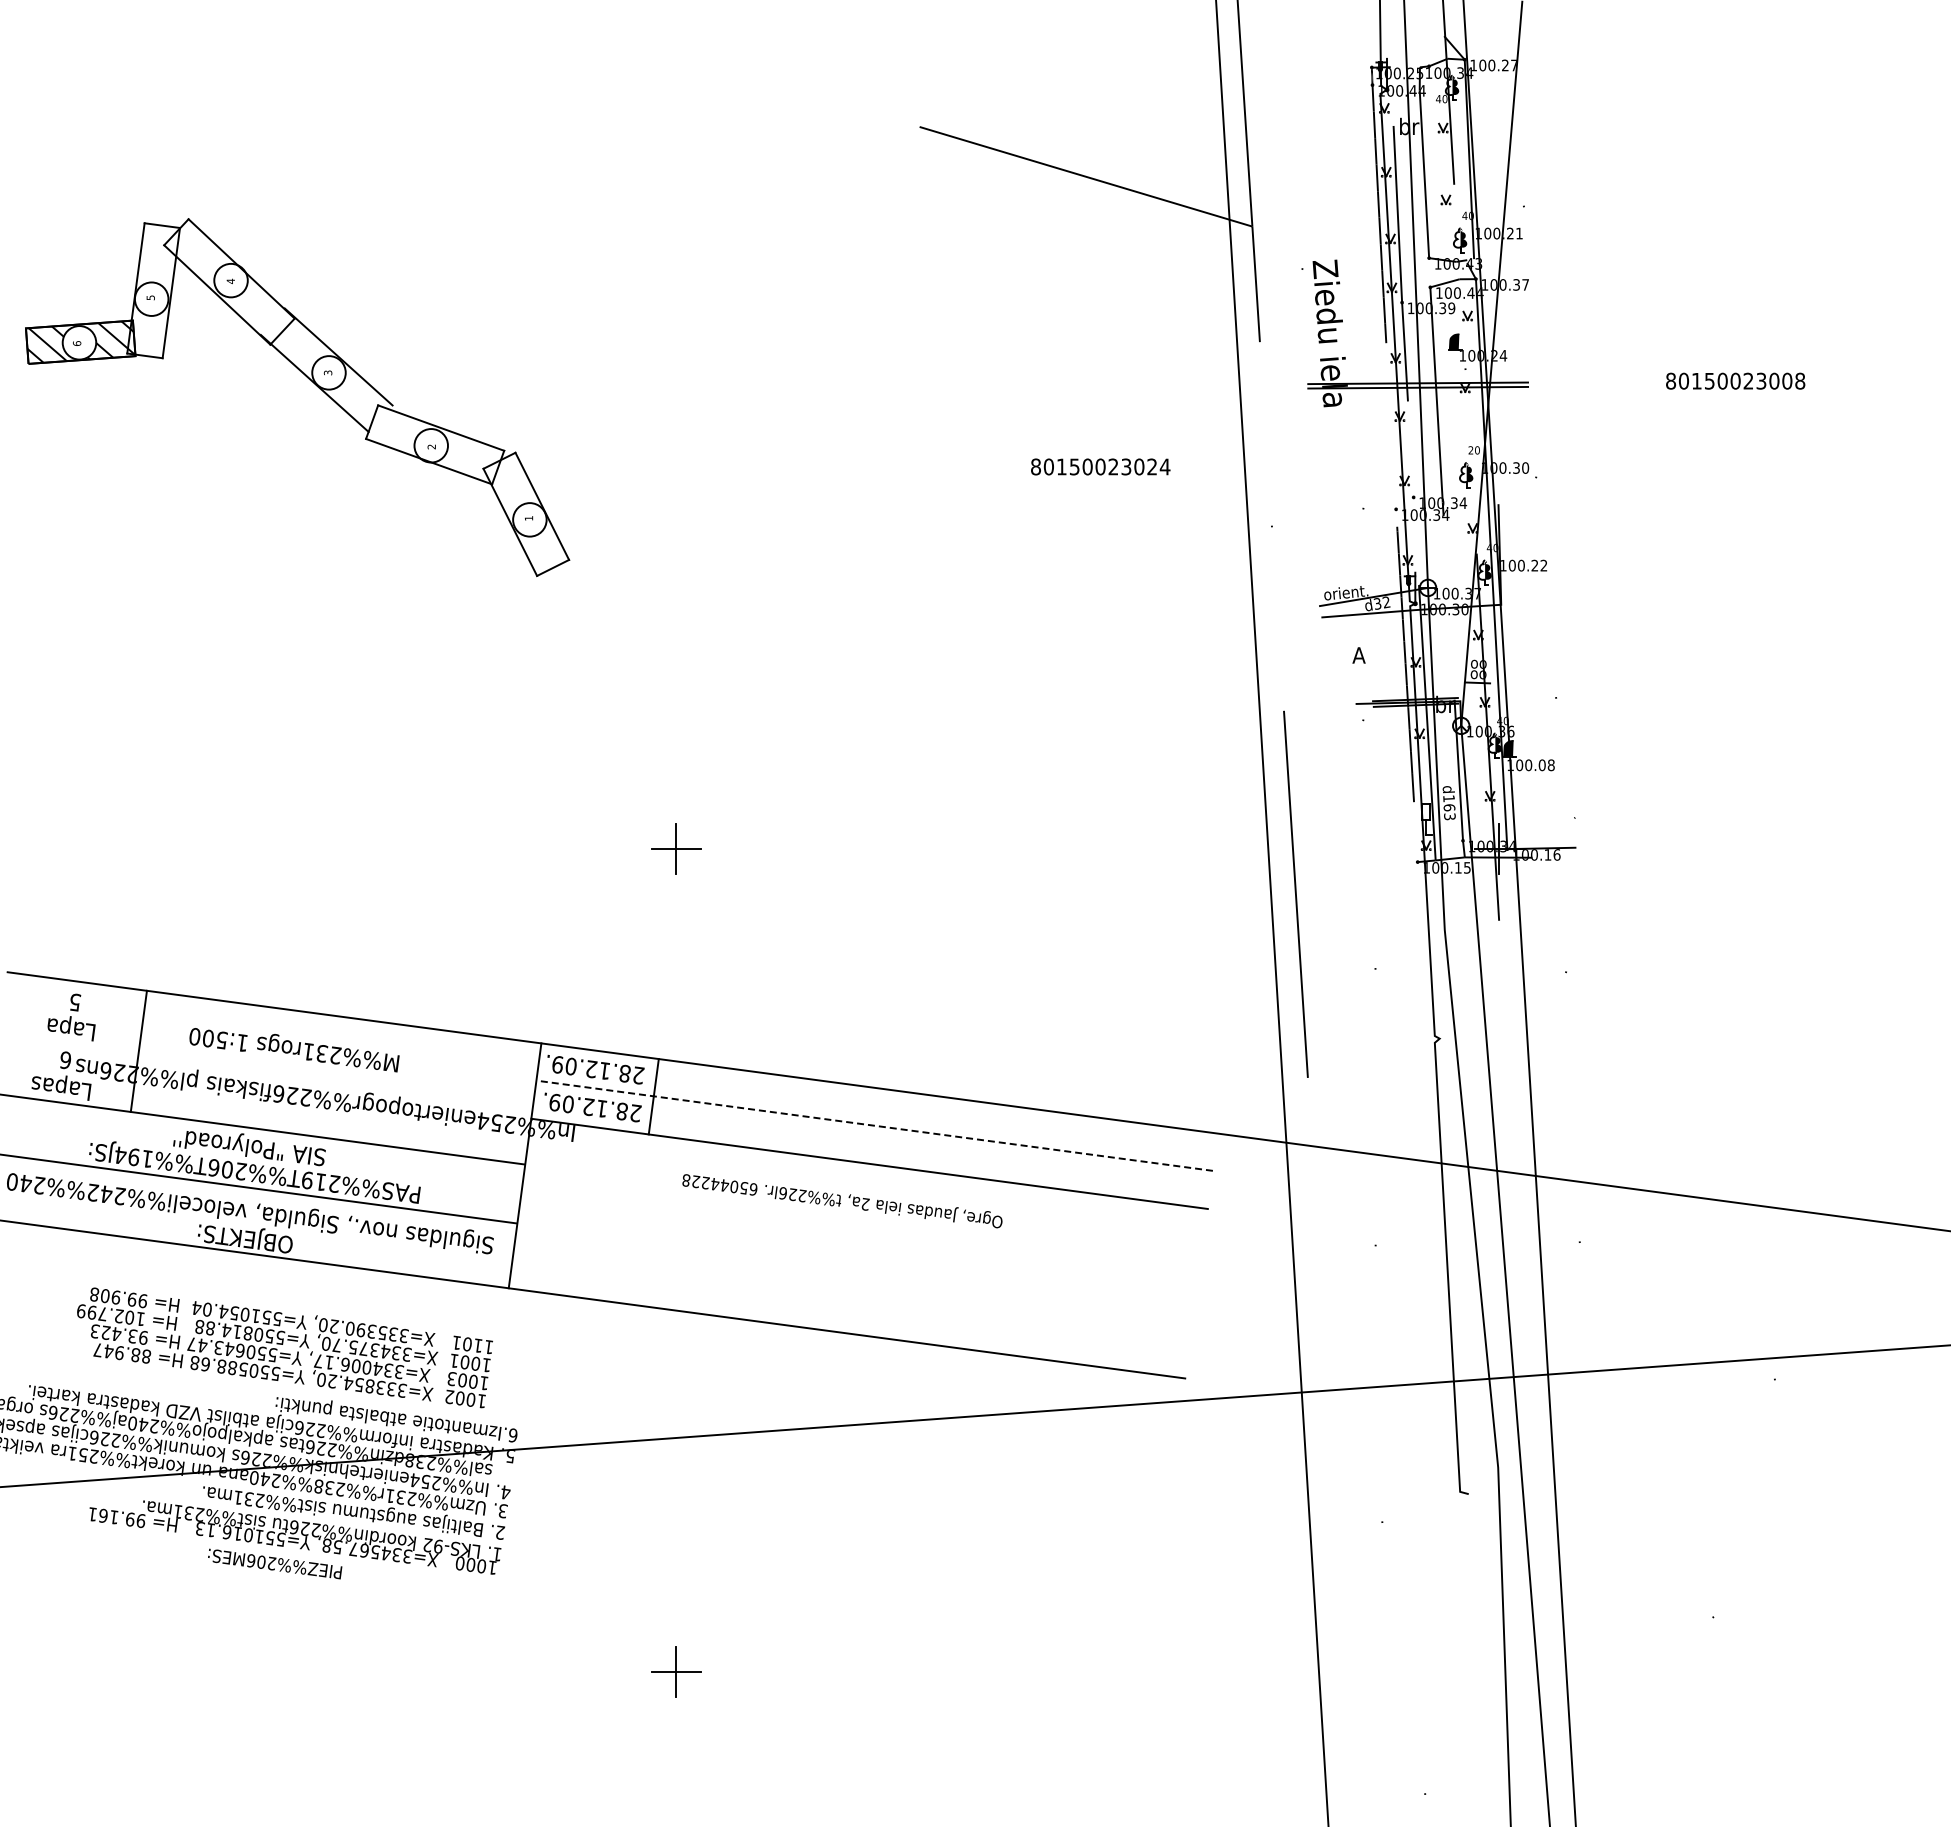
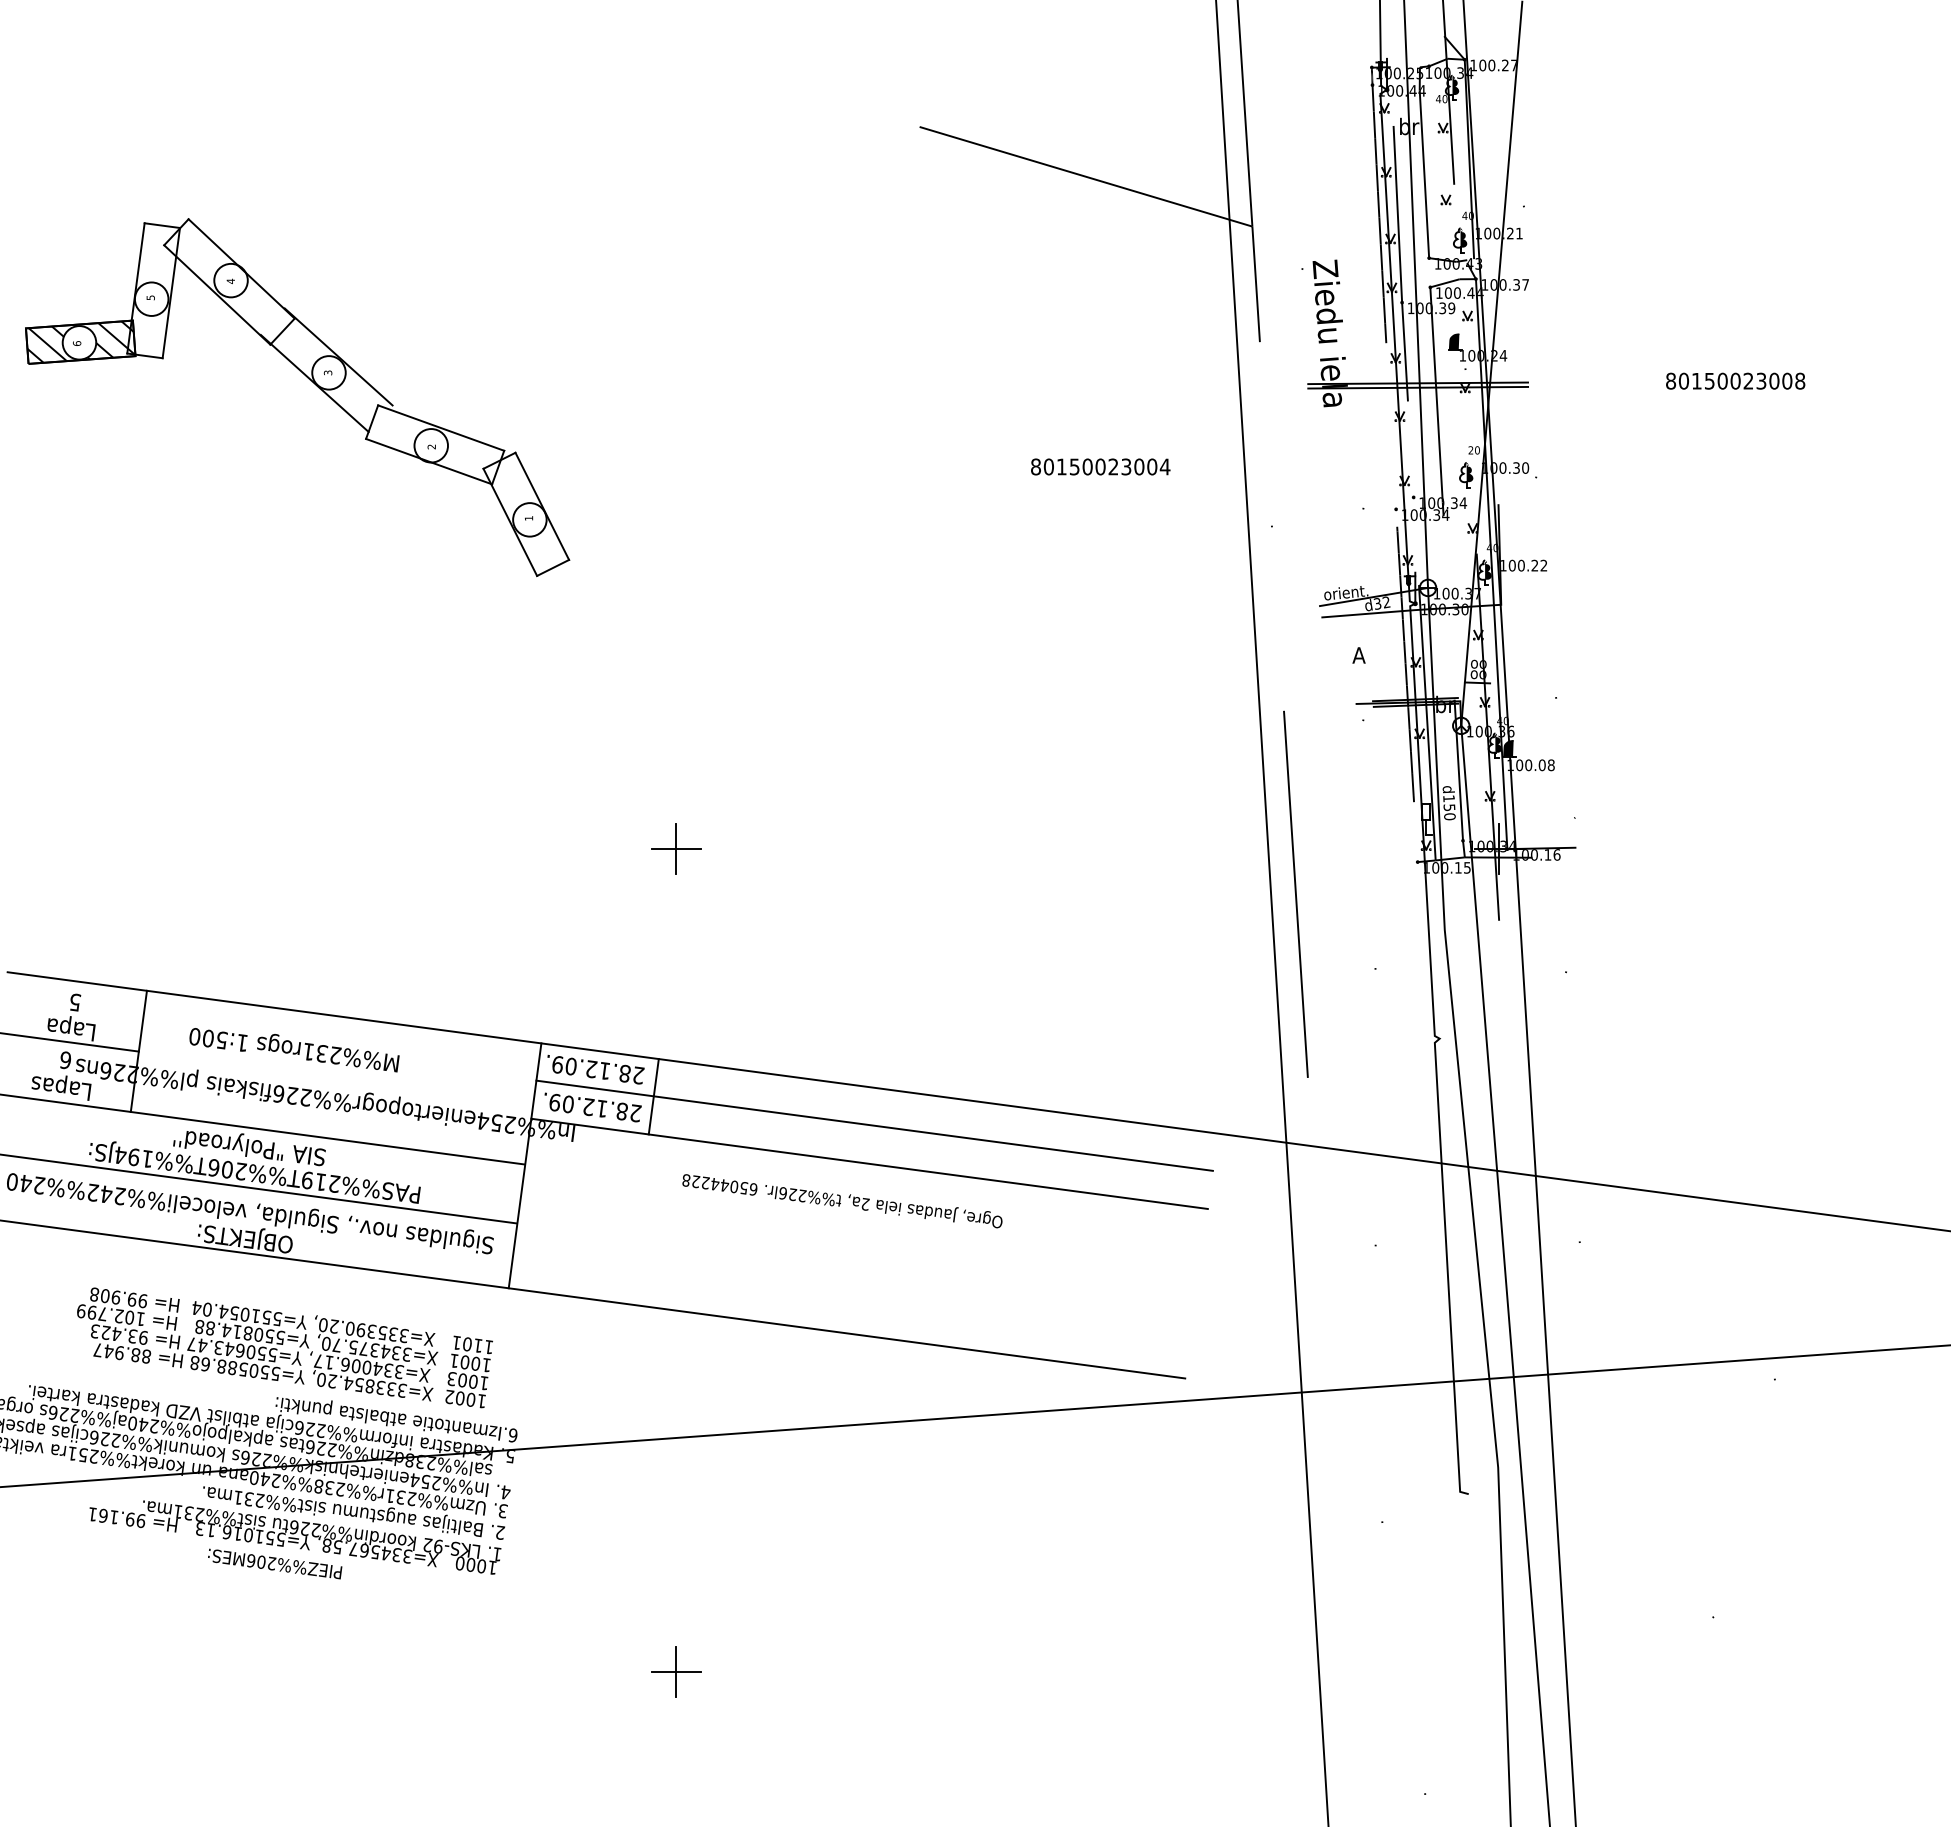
text at (1152, 466): 80150023024 -> 80150023004
text at (1449, 812): d163 -> d150
line at (70, 1042): none -> present
line at (874, 1125): dashed -> solid
